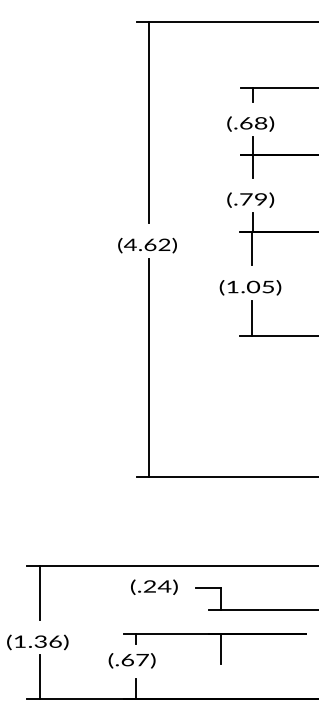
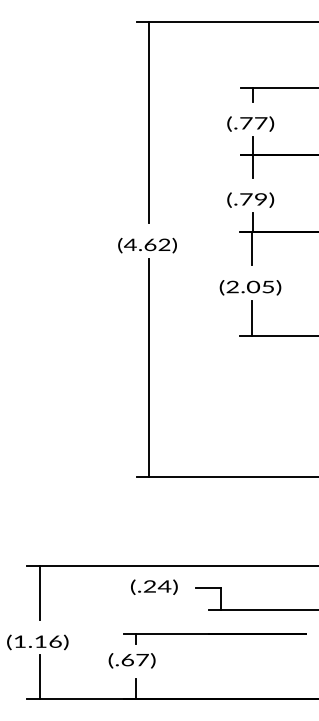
text at (253, 123): (.68) -> (.77)
text at (232, 286): (1.05) -> (2.05)
text at (40, 641): (1.36) -> (1.16)
line at (221, 648): present -> none
